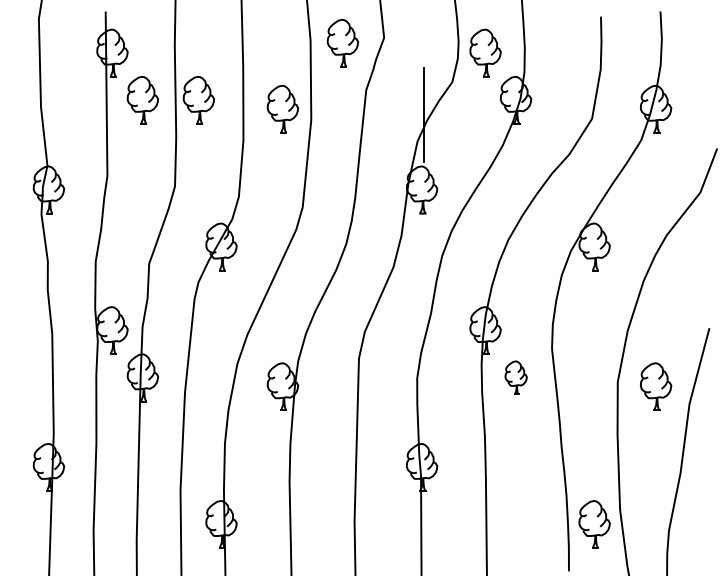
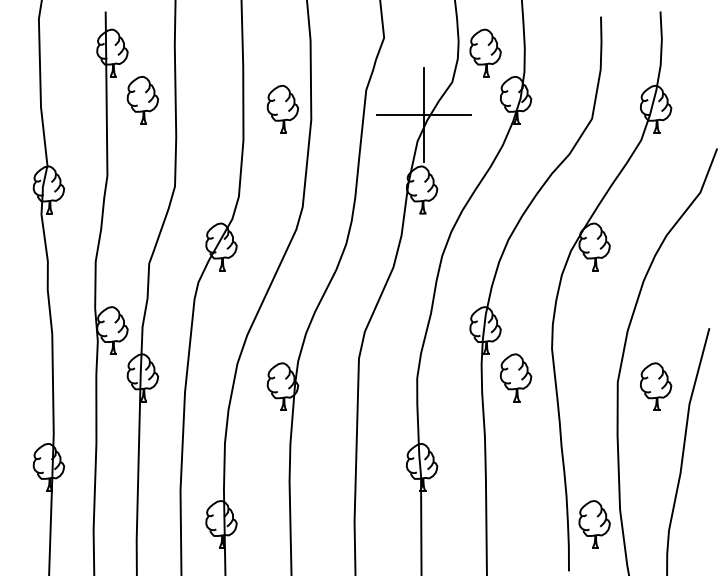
part at (342, 42): present -> none
part at (198, 100): present -> none
line at (423, 115): none -> present
part at (515, 377) size: 24x35 px -> 33x50 px
